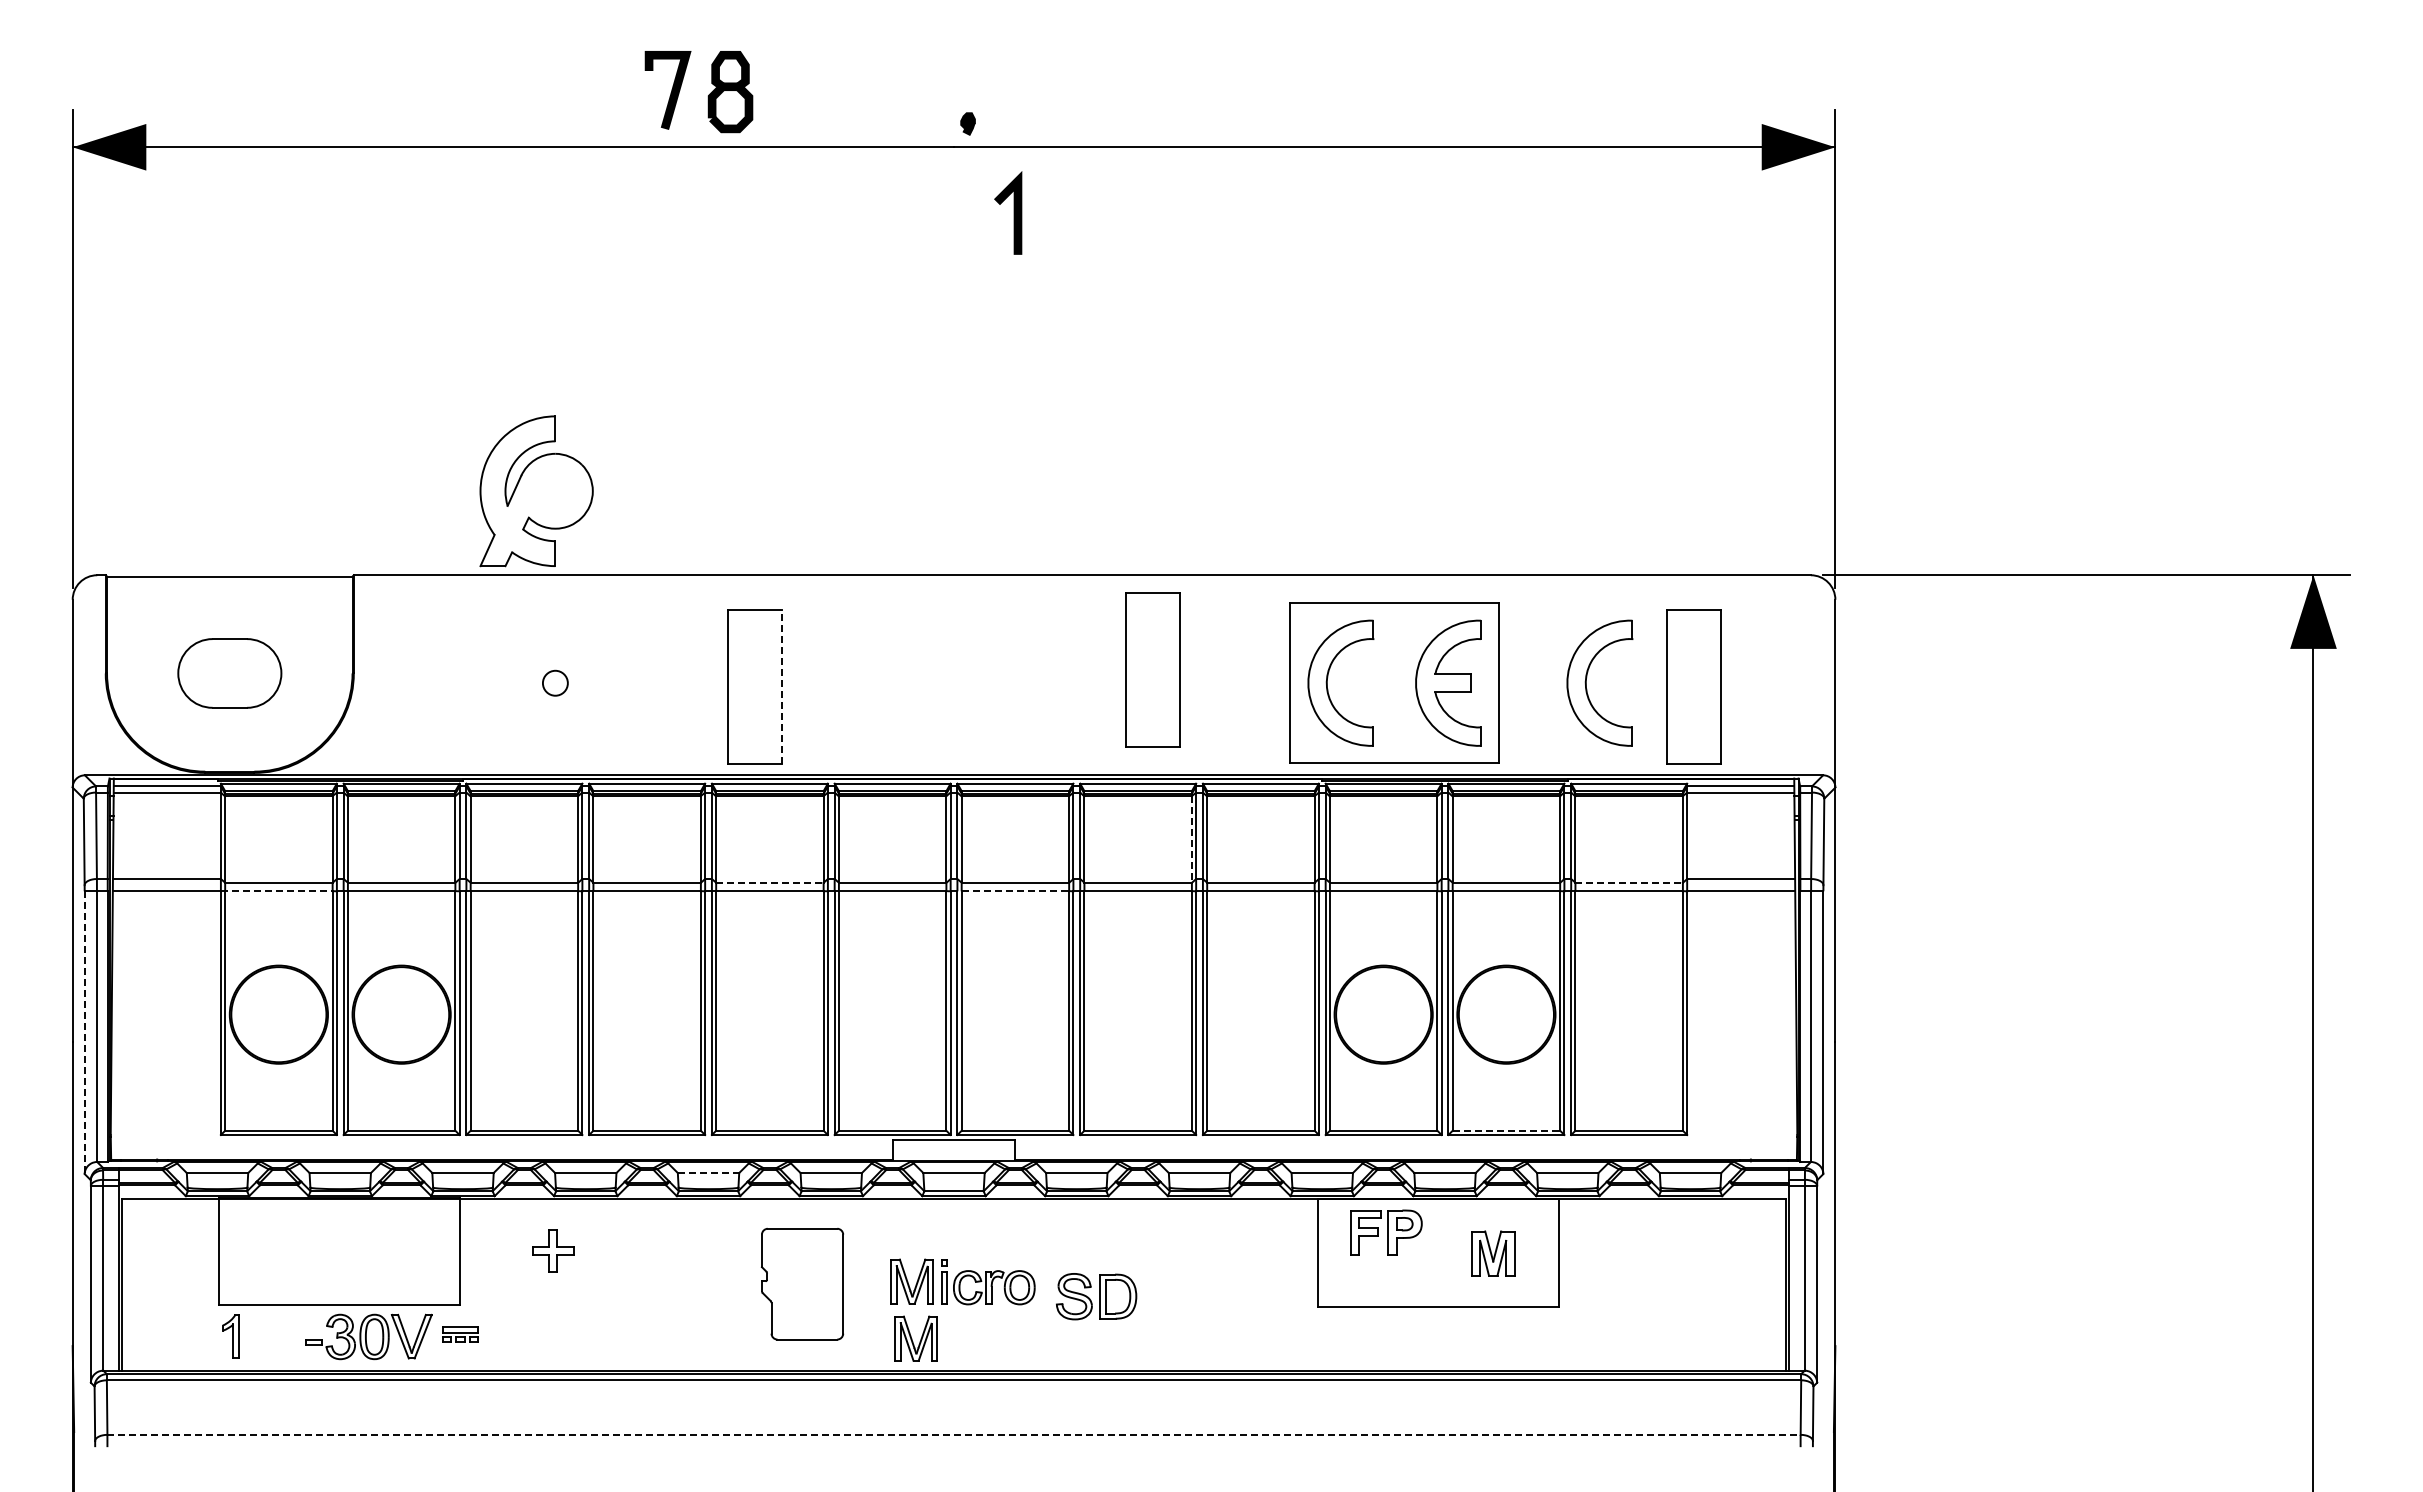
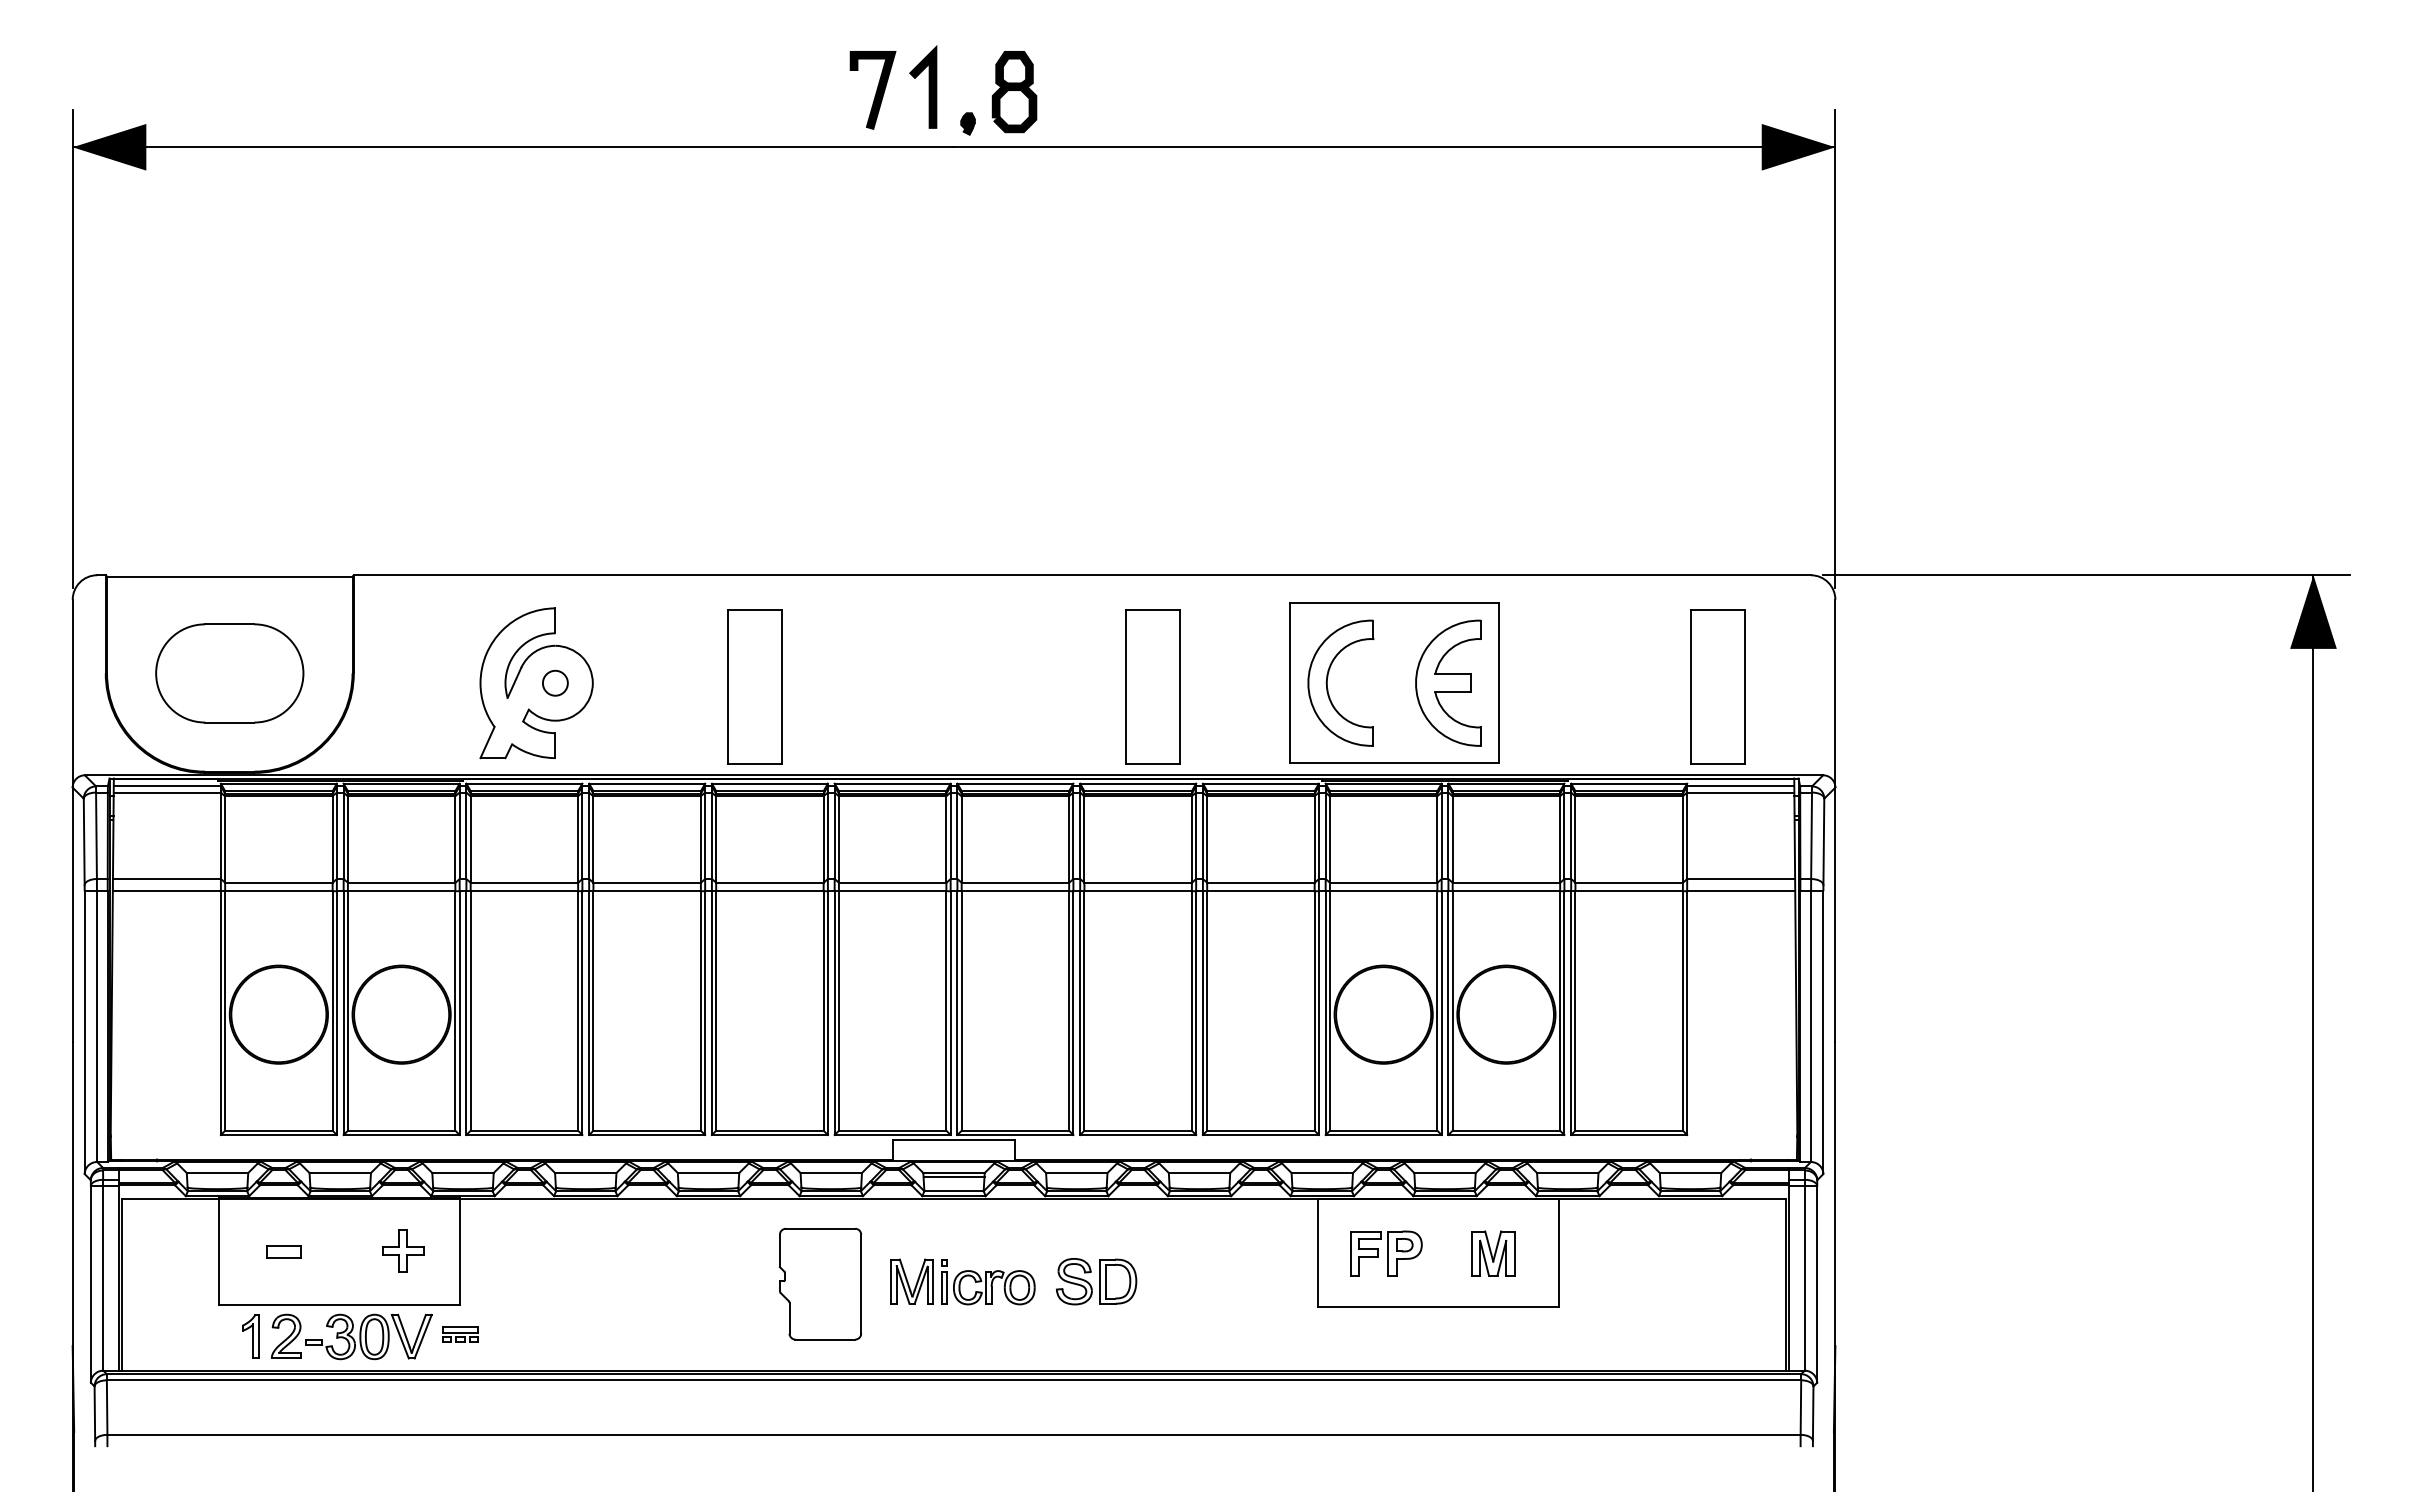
line at (670, 92) position: (670, 92) -> (875, 92)
part at (730, 92) position: (730, 92) -> (1014, 92)
line at (1013, 212) position: (1013, 212) -> (928, 86)
part at (536, 491) position: (536, 491) -> (536, 683)
part at (1152, 669) position: (1152, 669) -> (1152, 686)
part at (229, 673) size: 106x71 px -> 150x101 px
part at (1587, 677): present -> none
line at (782, 686): dashed -> solid
part at (1693, 686) position: (1693, 686) -> (1717, 686)
line at (1191, 840): dashed -> solid
line at (769, 882): dashed -> solid
line at (1629, 882): dashed -> solid
line at (276, 891): dashed -> solid
line at (1010, 891): dashed -> solid
line at (84, 1033): dashed -> solid
line at (1506, 1130): dashed -> solid
line at (708, 1173): dashed -> solid
line at (953, 1177): none -> present
part at (1386, 1232) position: (1386, 1232) -> (1386, 1253)
part at (553, 1250) position: (553, 1250) -> (403, 1250)
part at (283, 1251): none -> present
part at (801, 1283) position: (801, 1283) -> (819, 1283)
part at (1096, 1296) position: (1096, 1296) -> (1096, 1281)
part at (286, 1335): none -> present
part at (230, 1336) position: (230, 1336) -> (250, 1336)
part at (915, 1338): present -> none
line at (954, 1434): dashed -> solid
